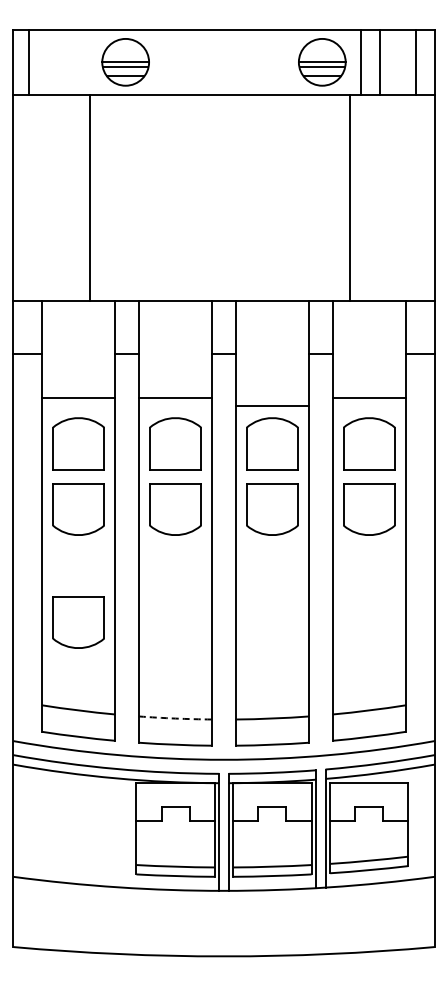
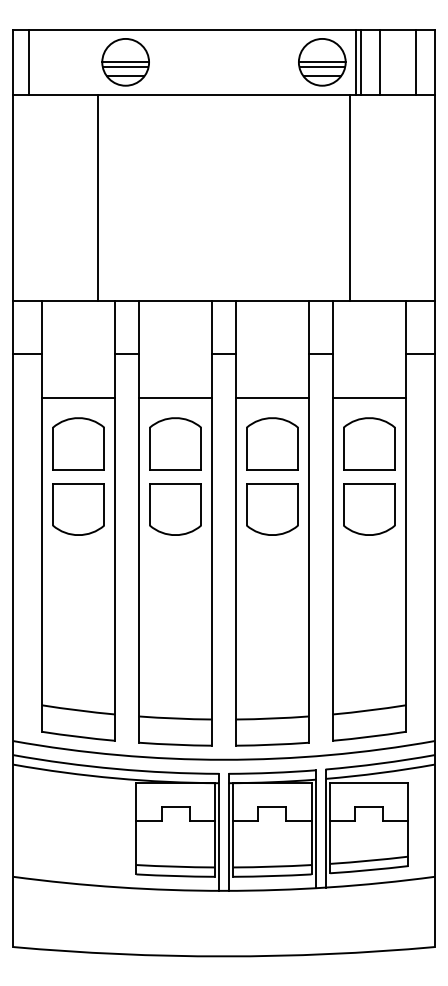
line at (356, 62): none -> present
line at (89, 198) position: (89, 198) -> (97, 198)
line at (272, 406) position: (272, 406) -> (272, 398)
part at (78, 622): present -> none
arc at (175, 718): dashed -> solid
